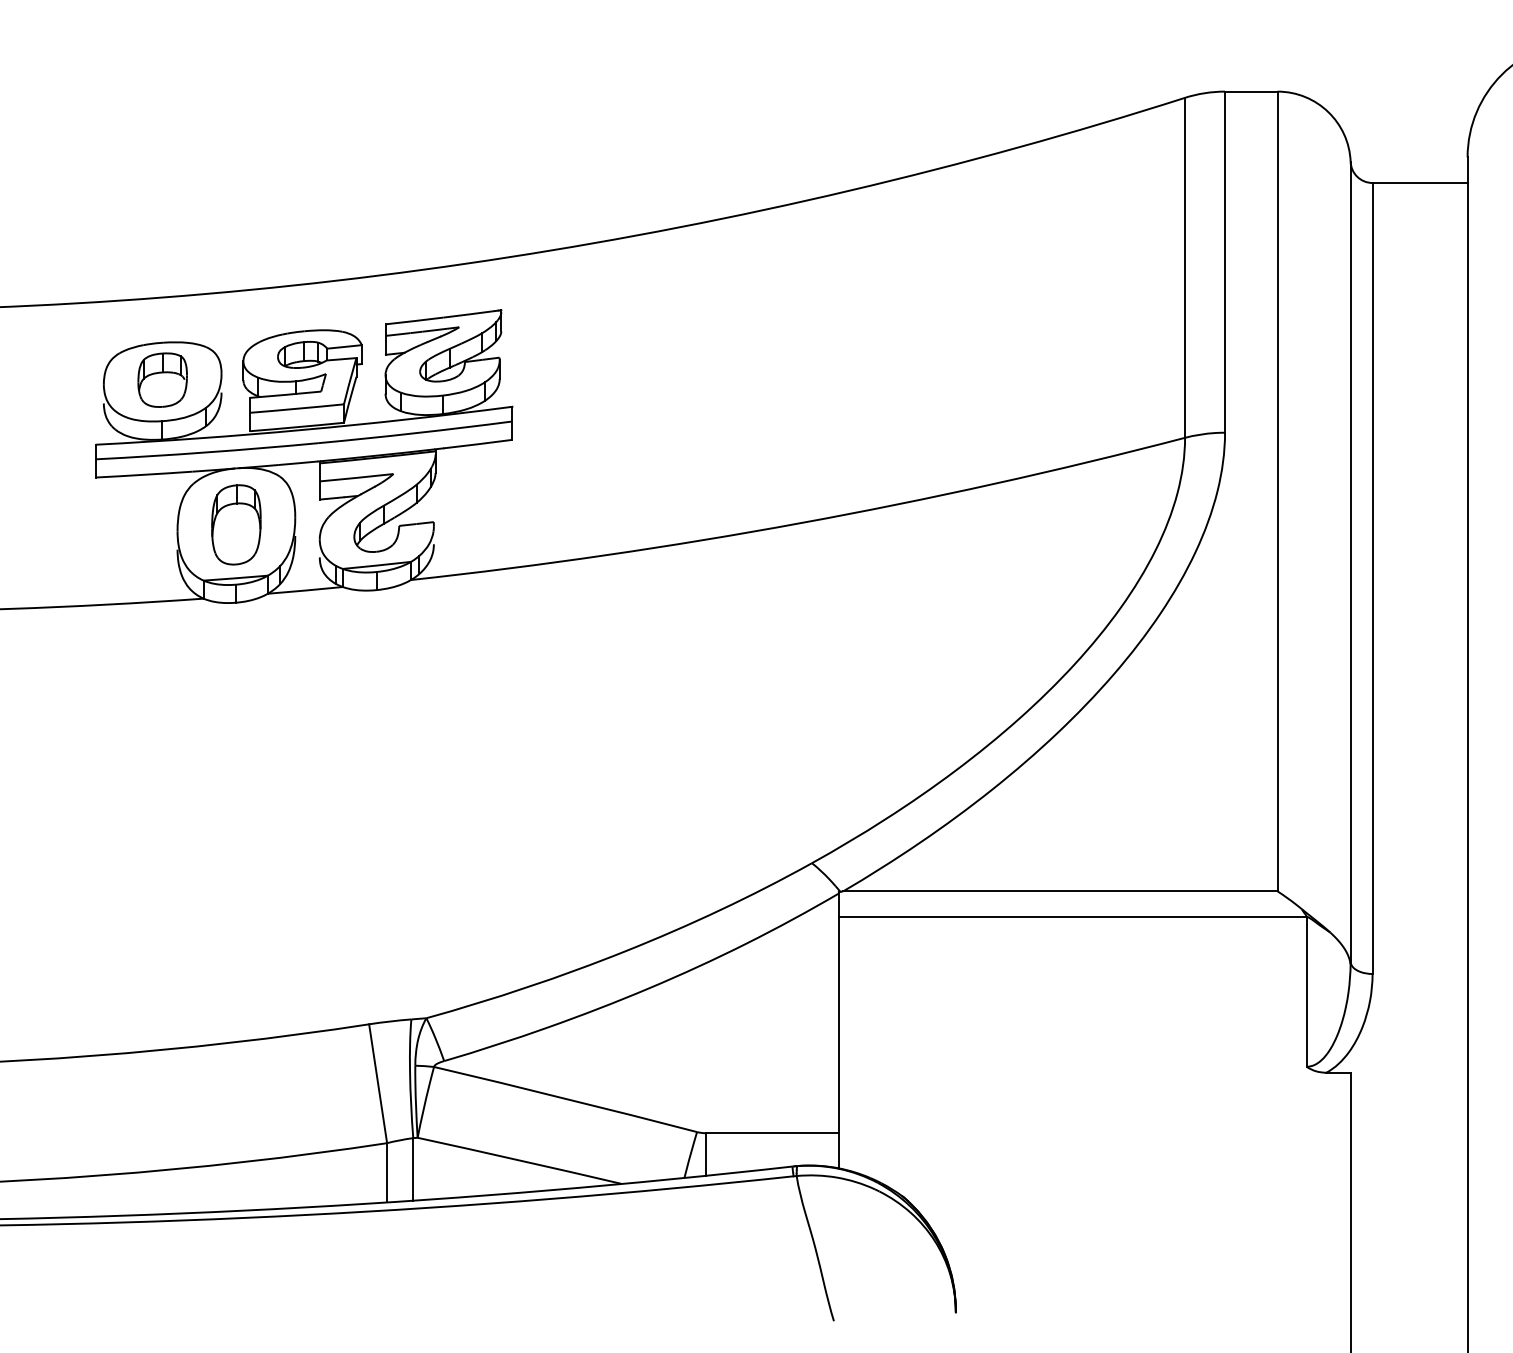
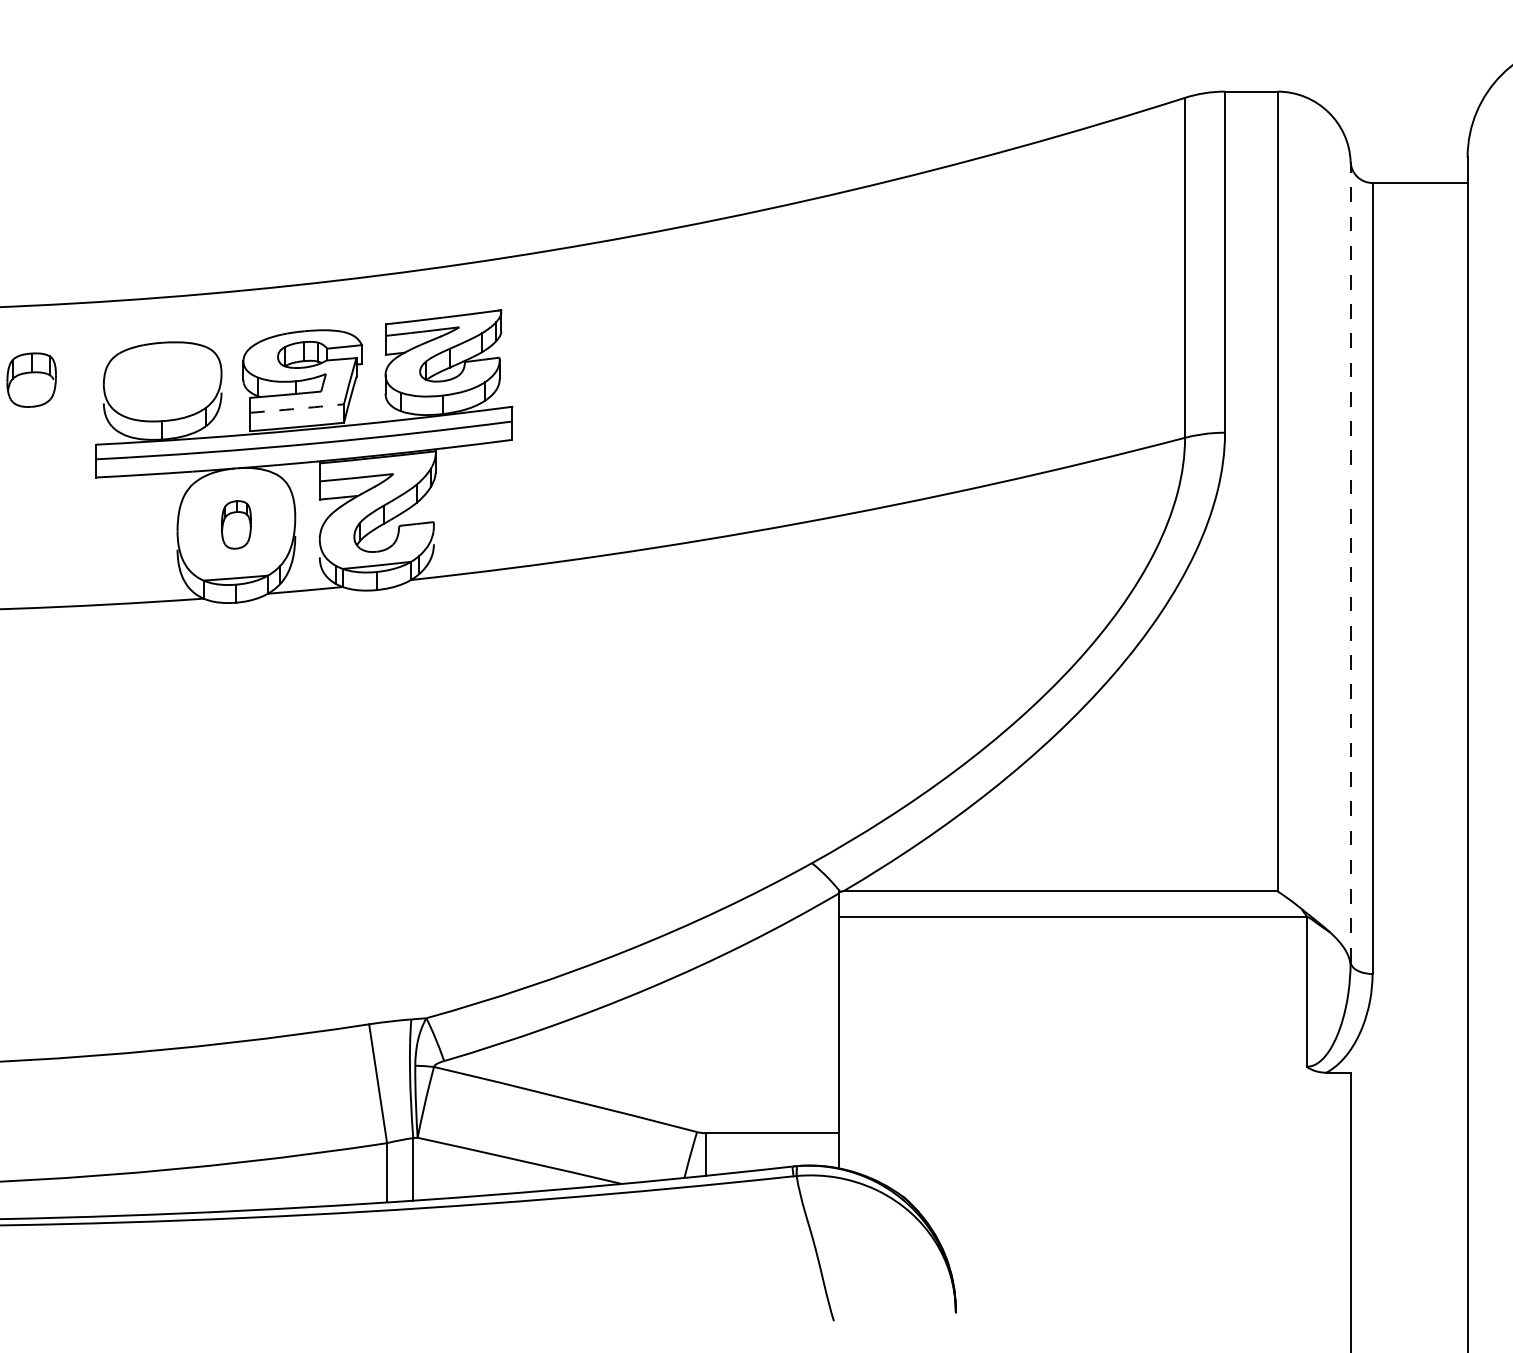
part at (162, 379) position: (162, 379) -> (31, 379)
arc at (297, 408): solid -> dashed
part at (236, 524) size: 51x82 px -> 31x50 px
line at (1350, 561): solid -> dashed
